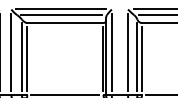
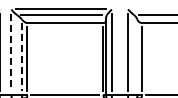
line at (153, 9): present -> none
line at (11, 52): solid -> dashed
line at (22, 57): solid -> dashed
line at (137, 57): present -> none
